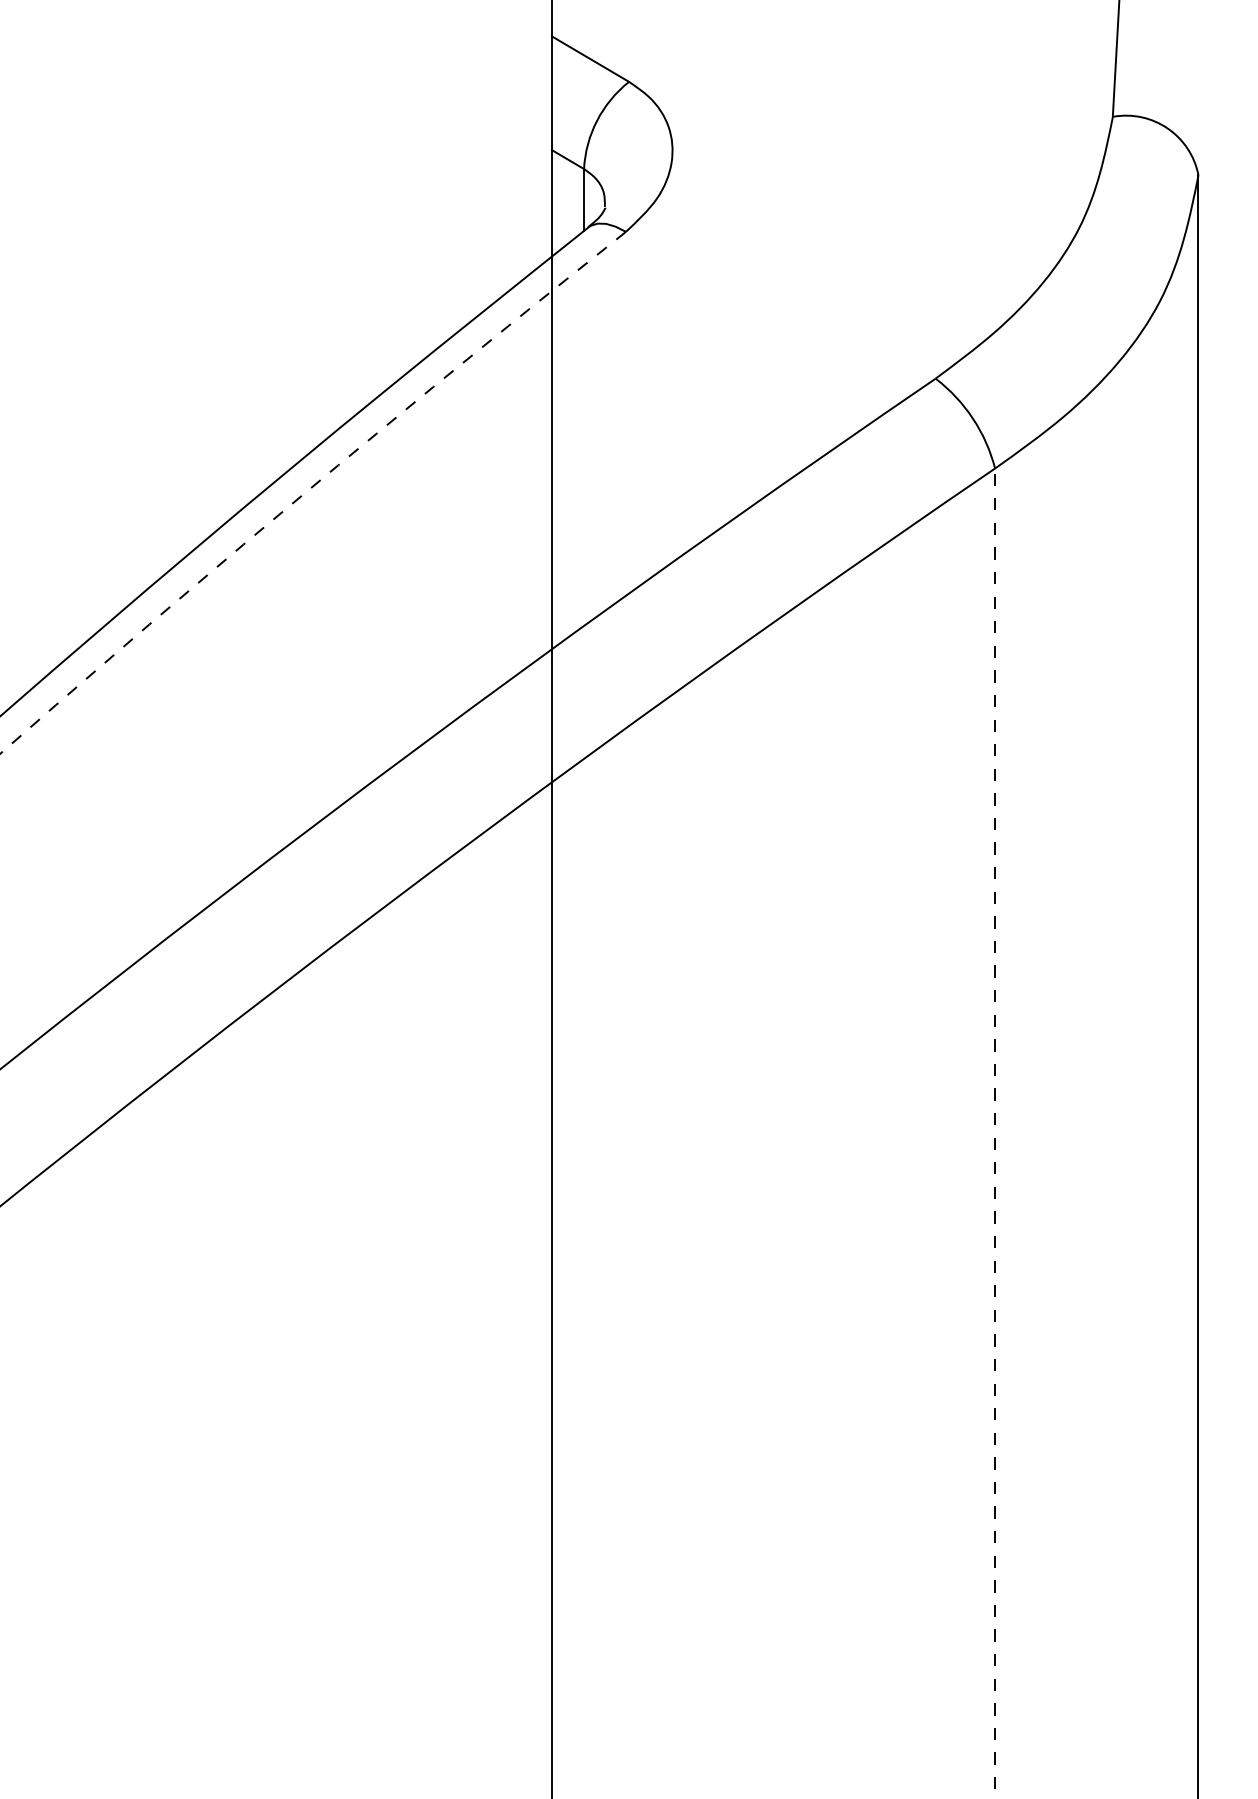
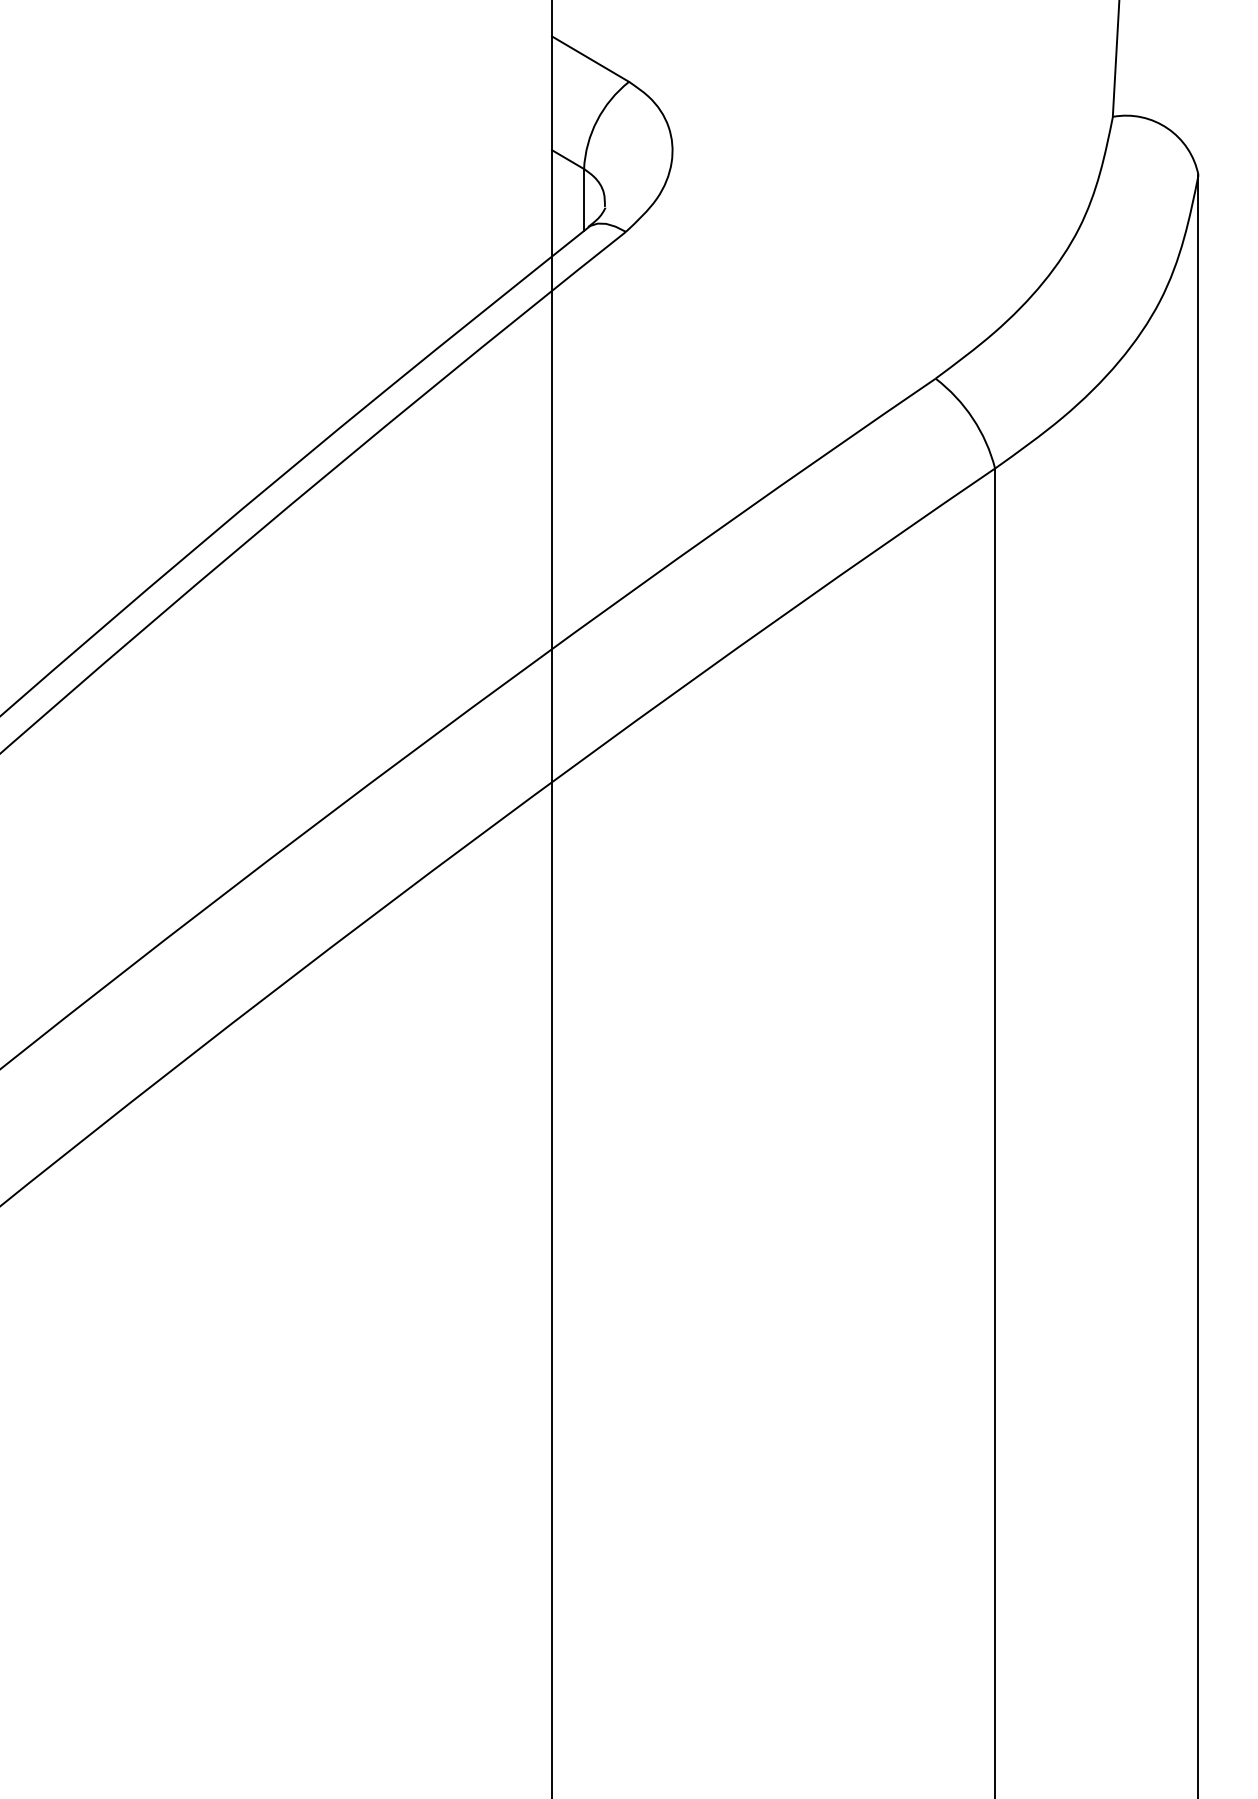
arc at (309, 489): dashed -> solid
line at (995, 1133): dashed -> solid
